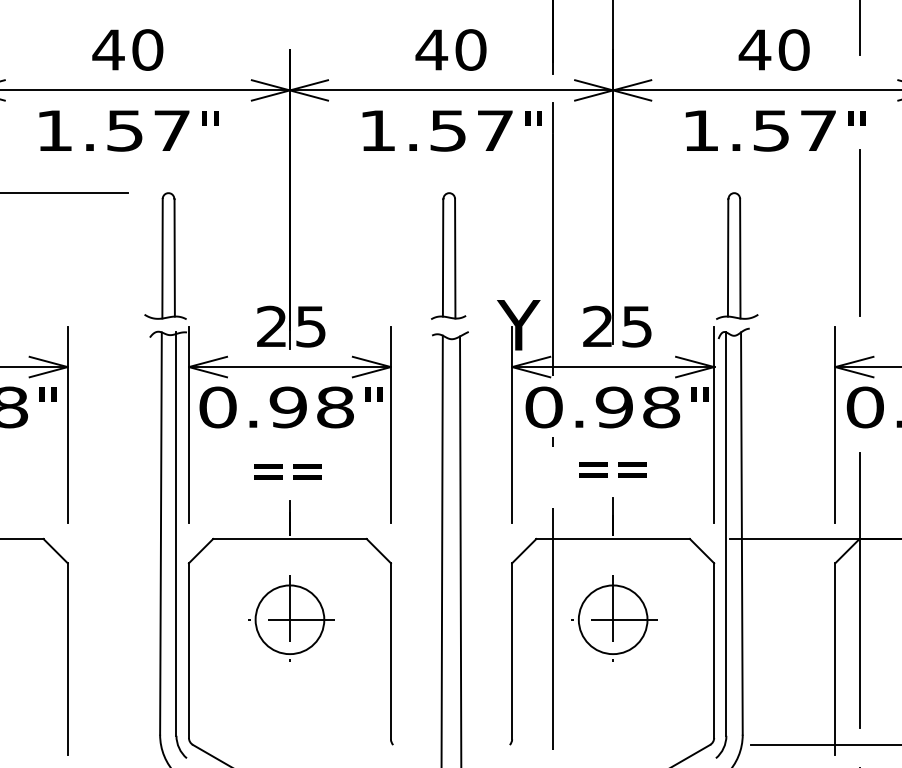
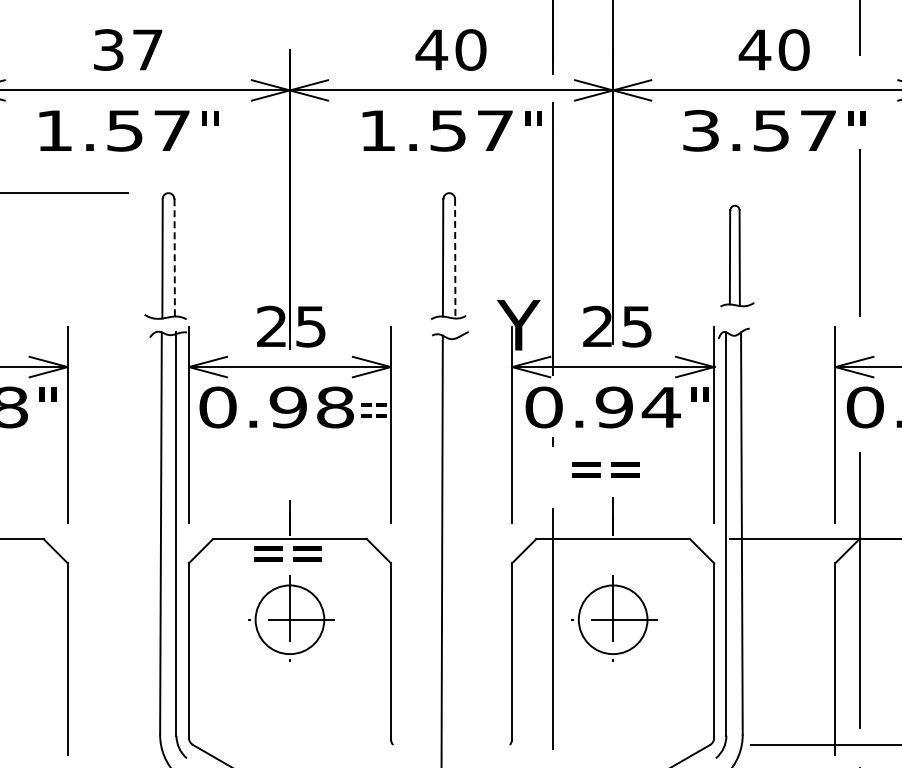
text at (127, 49): 40 -> 37
text at (700, 130): 1.57 -> 3.57
part at (737, 255) size: 43x128 px -> 35x104 px
line at (174, 257): solid -> dashed
line at (455, 258): solid -> dashed
text at (373, 402): " -> ==
text at (660, 407): 0.98 -> 0.94
text at (612, 469) position: (612, 469) -> (605, 469)
text at (287, 471) position: (287, 471) -> (287, 553)
line at (460, 550): present -> none
